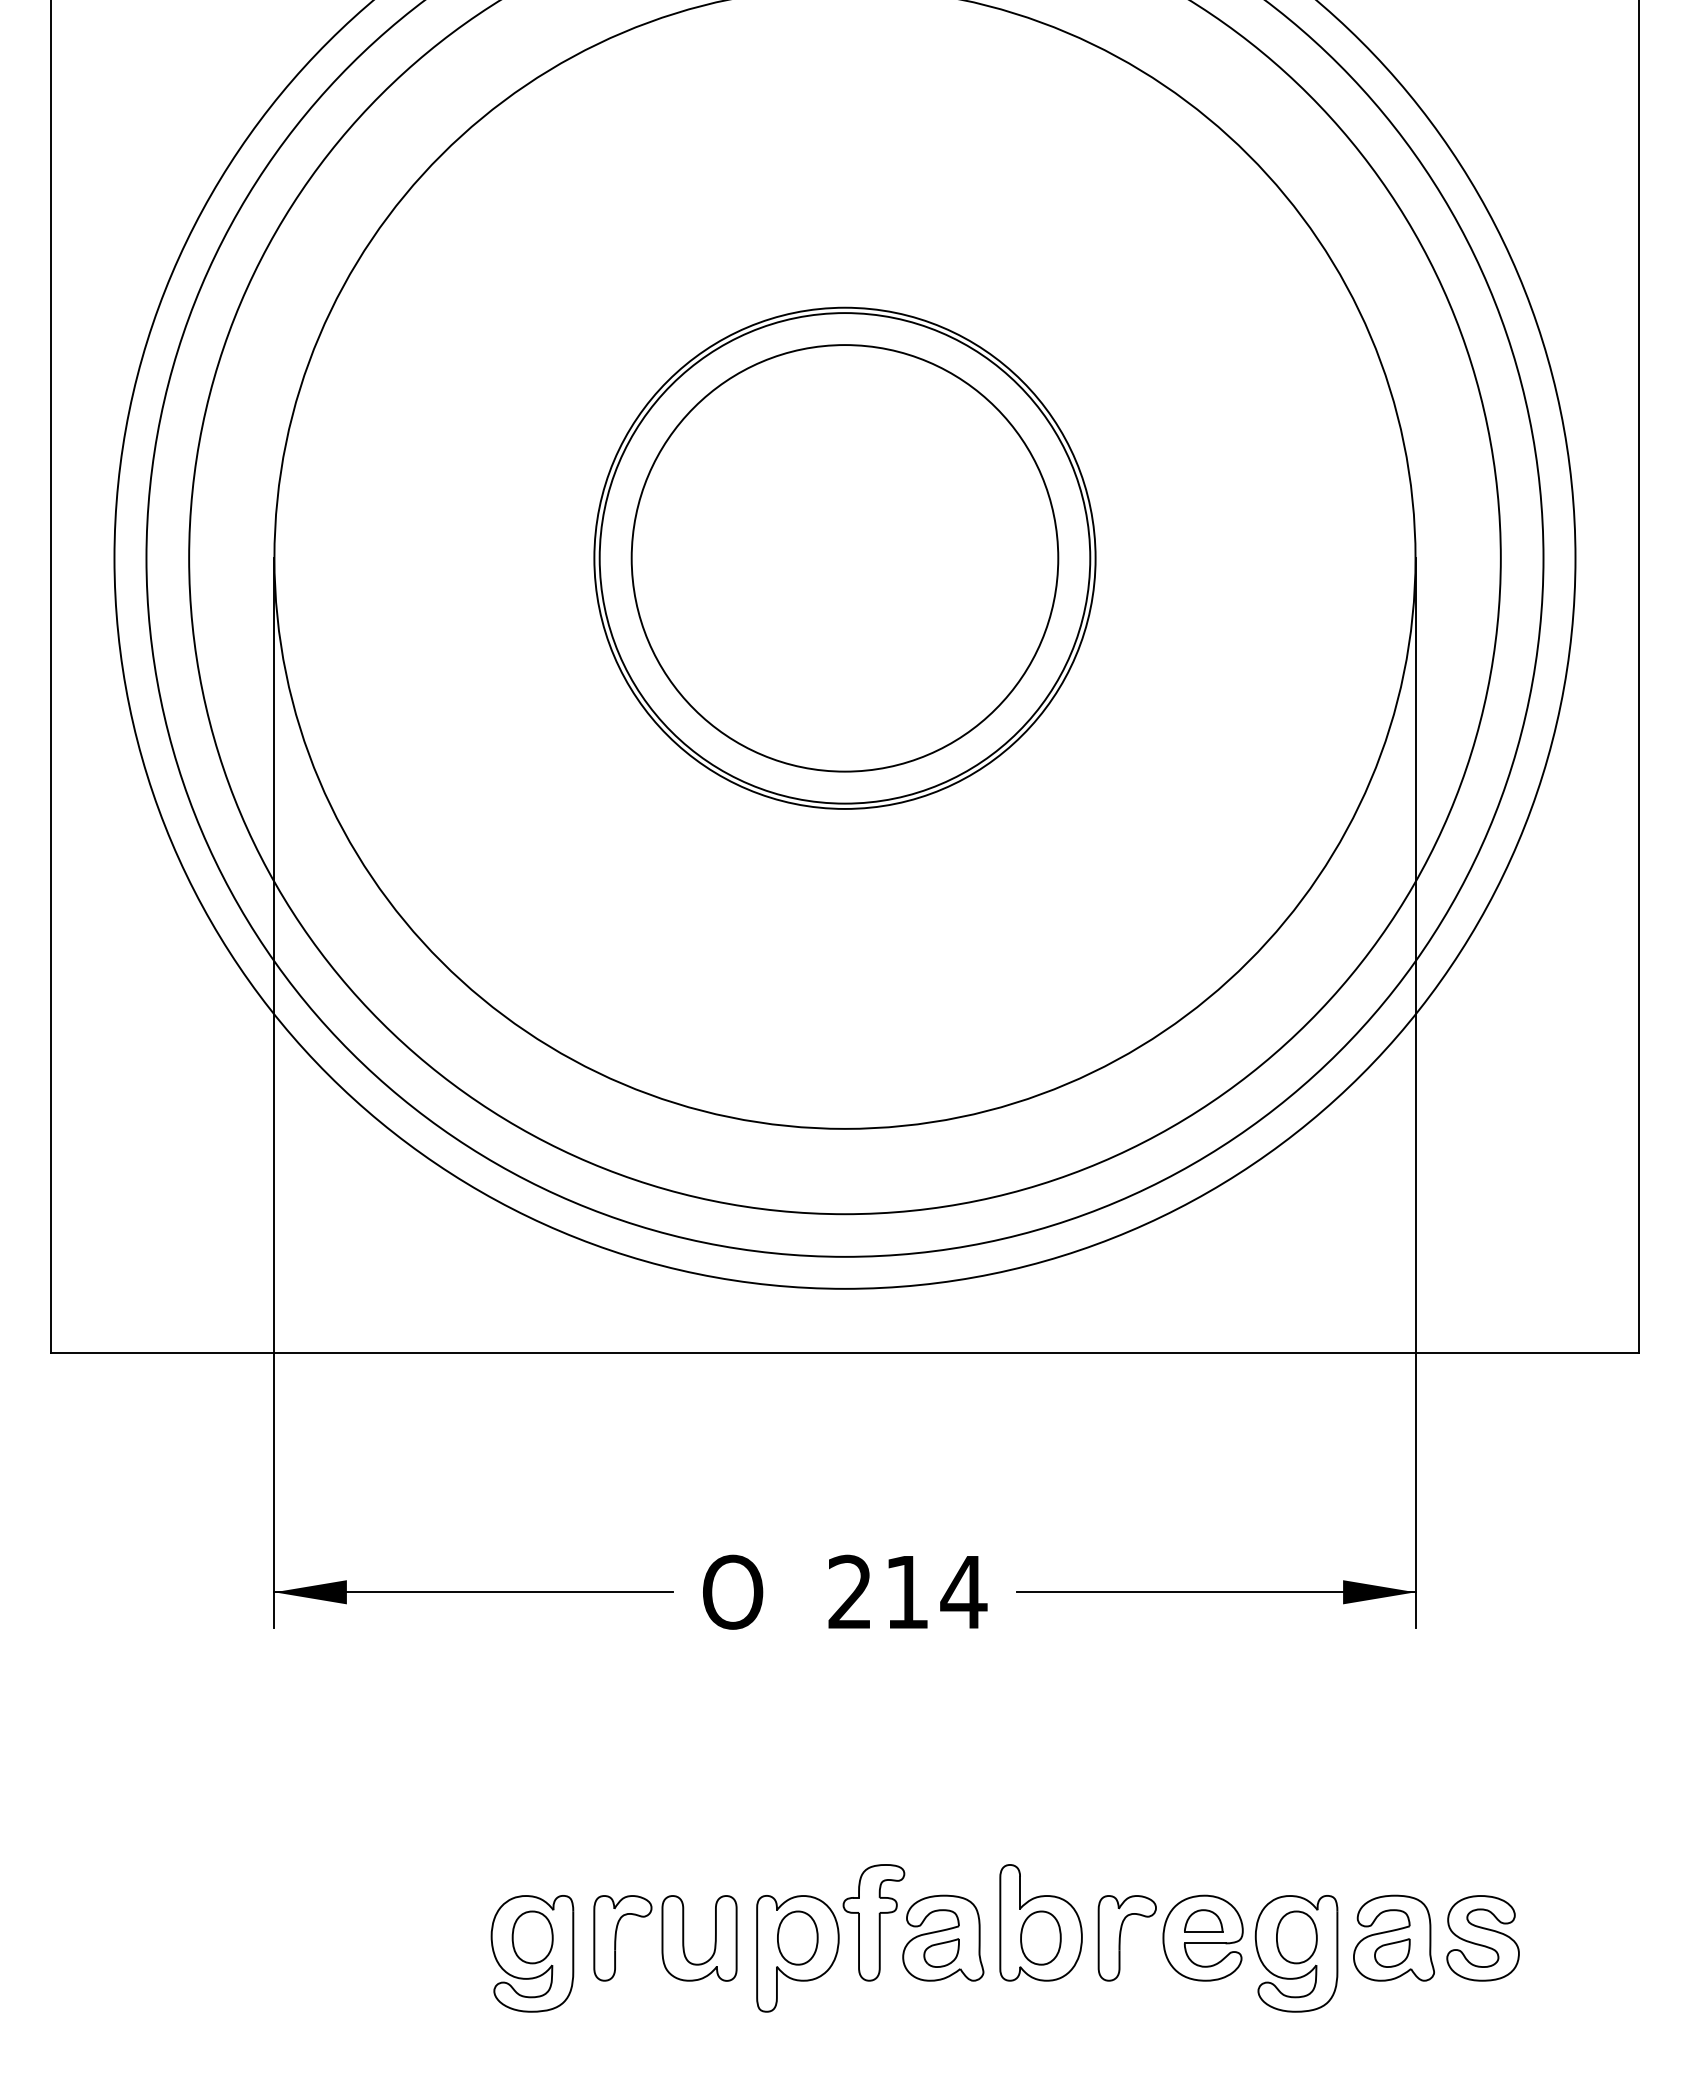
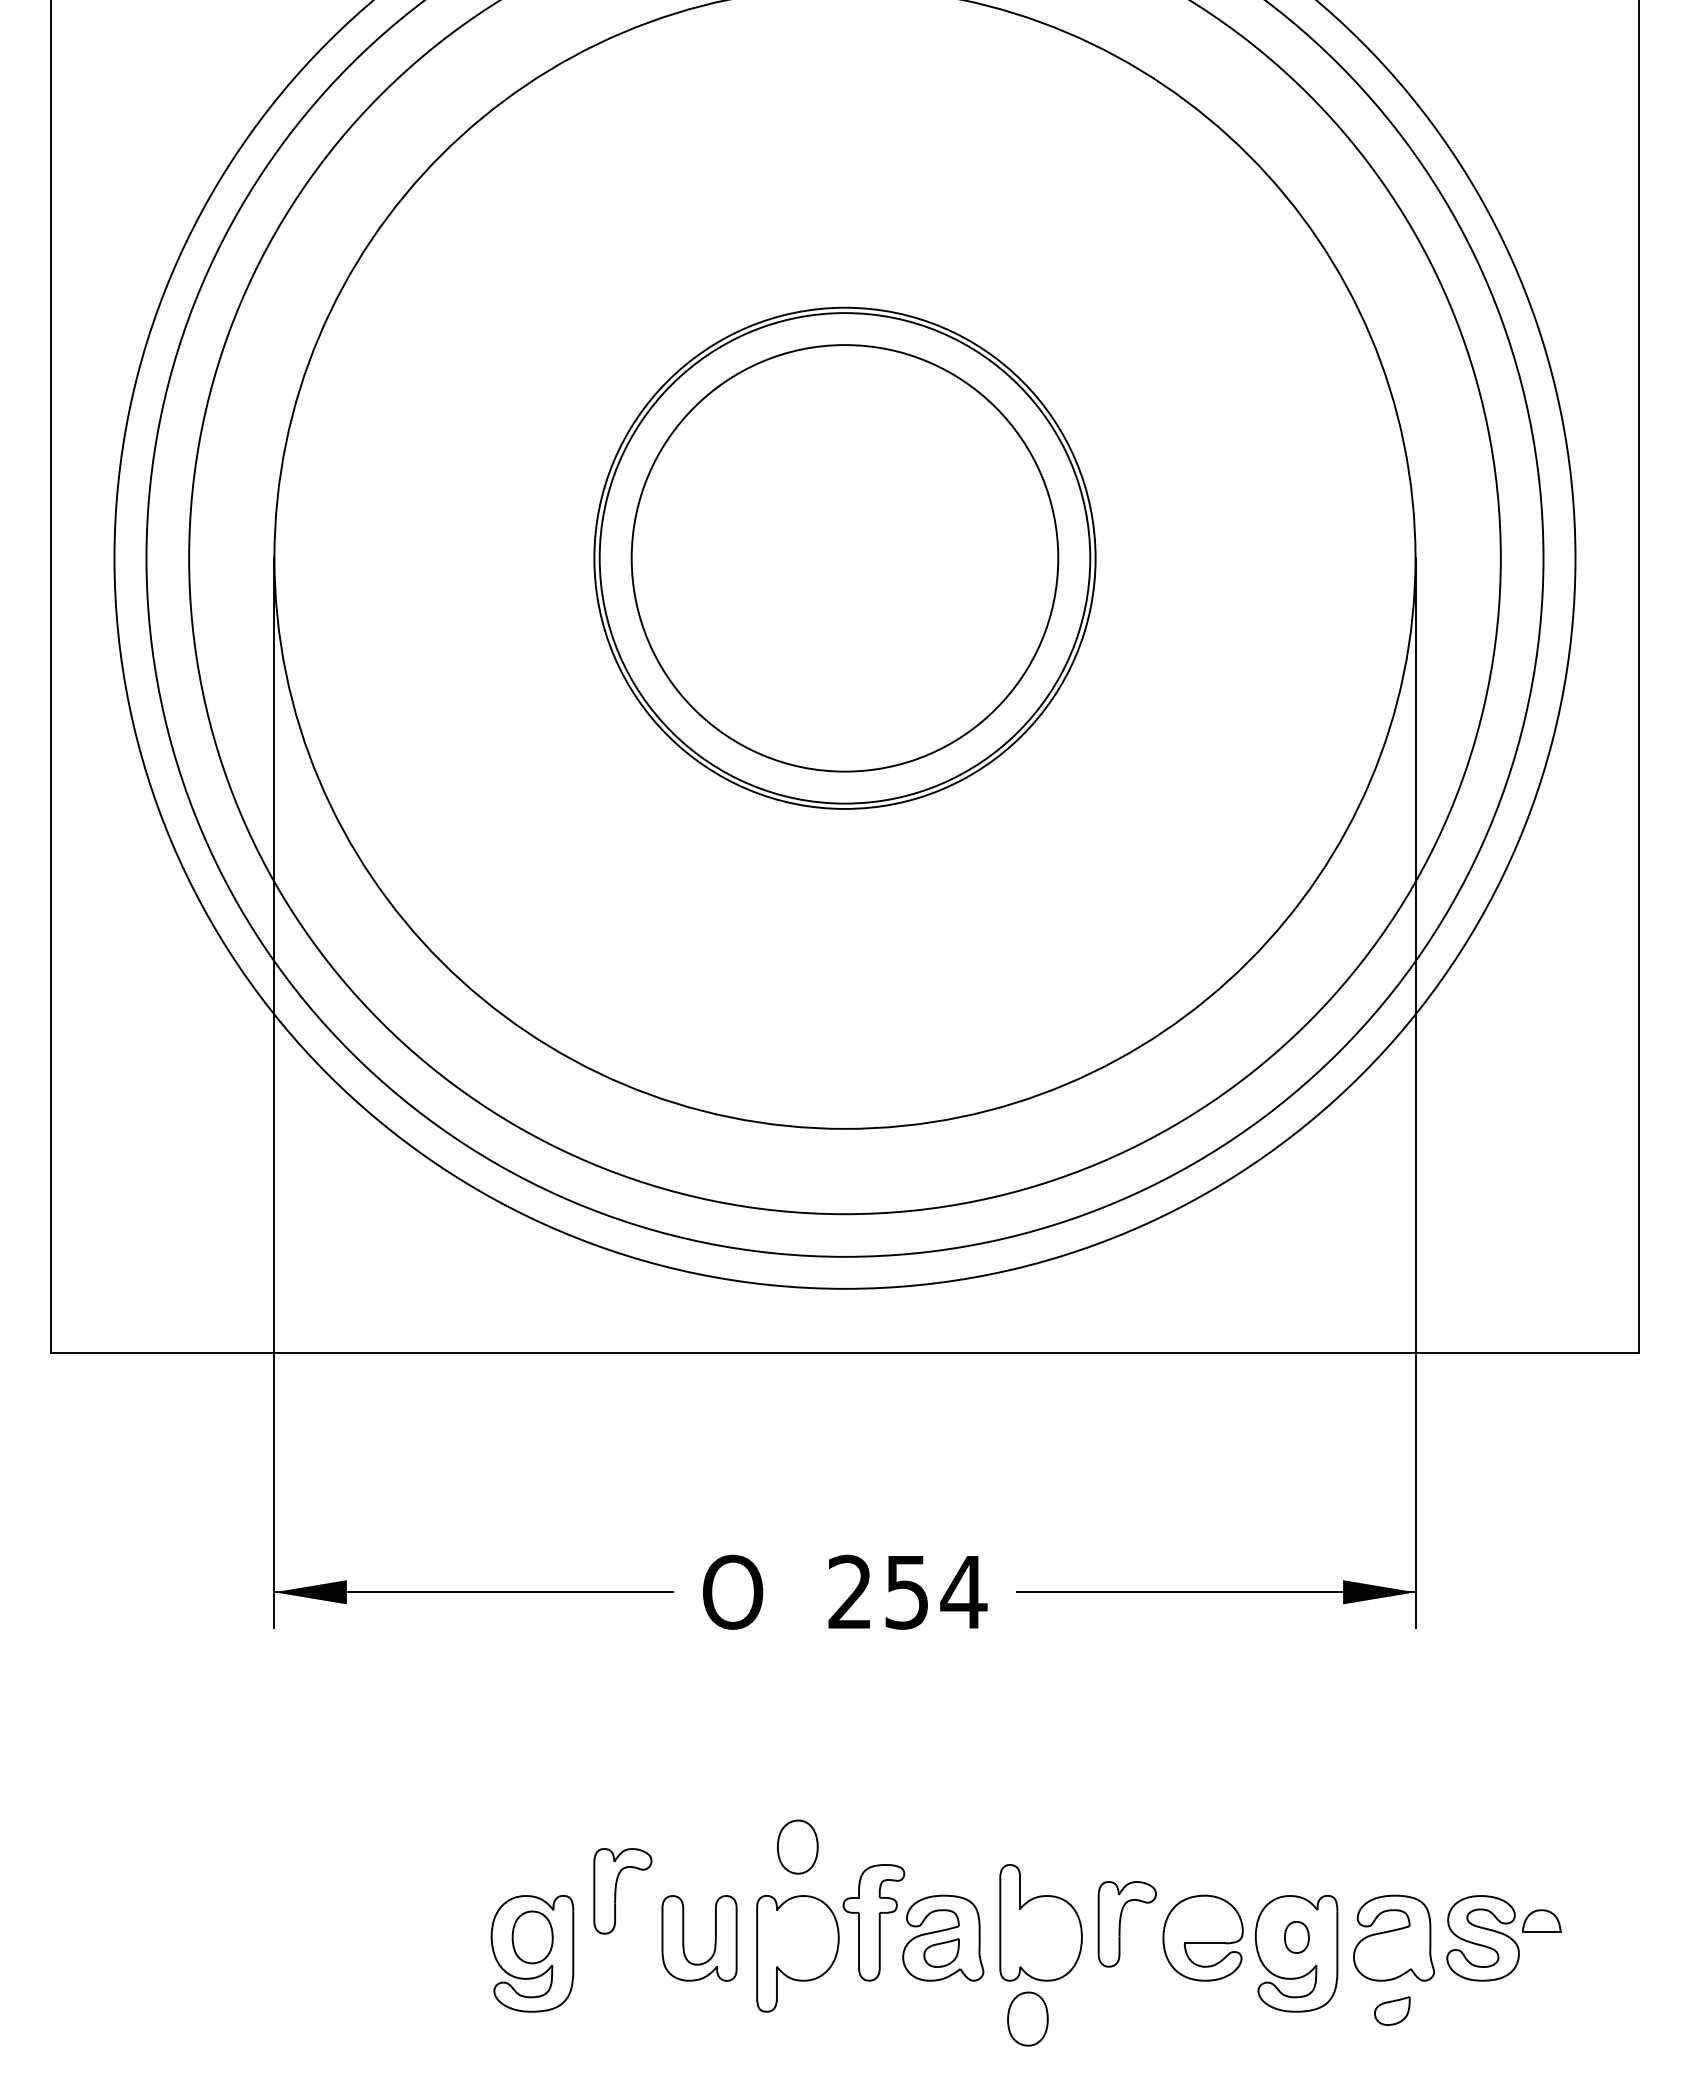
text at (906, 1592): 214 -> 254
part at (1203, 1920) position: (1203, 1920) -> (1541, 1920)
part at (797, 1937) position: (797, 1937) -> (797, 1846)
part at (1040, 1937) position: (1040, 1937) -> (1027, 2018)
part at (1296, 1937) size: 42x55 px -> 26x33 px
part at (622, 1938) position: (622, 1938) -> (622, 1891)
part at (1126, 1938) position: (1126, 1938) -> (1126, 1924)
part at (1392, 1952) position: (1392, 1952) -> (1392, 2010)
